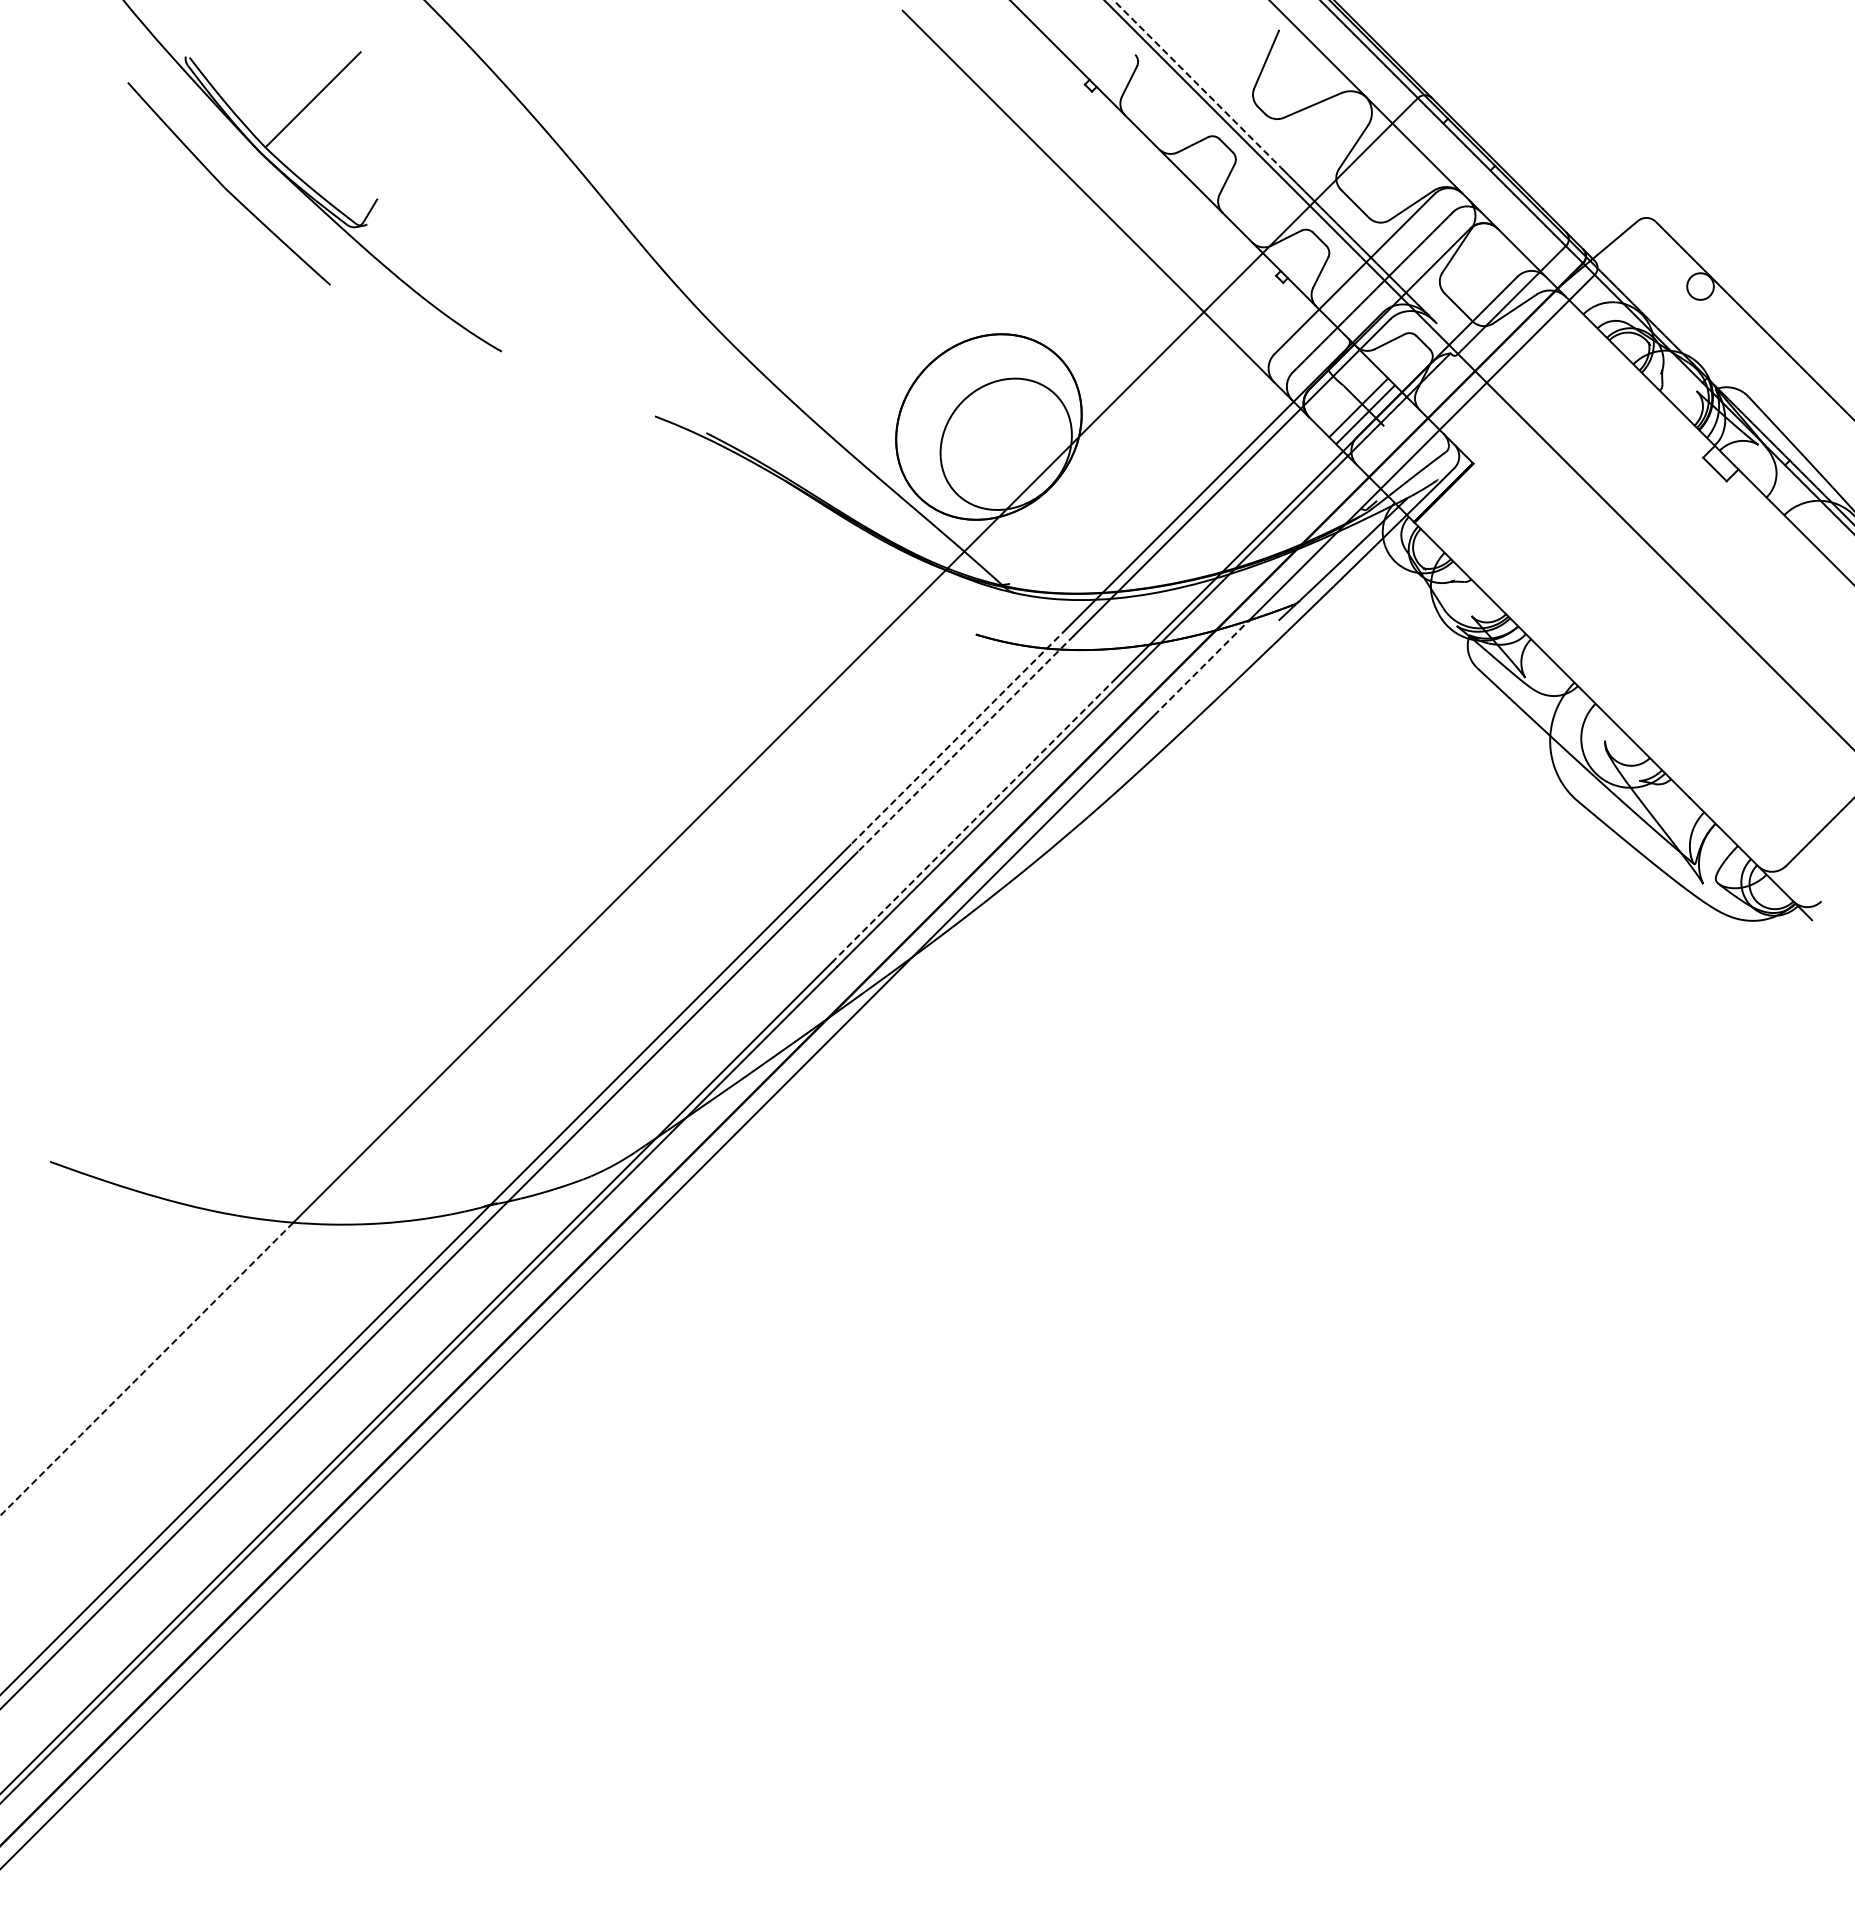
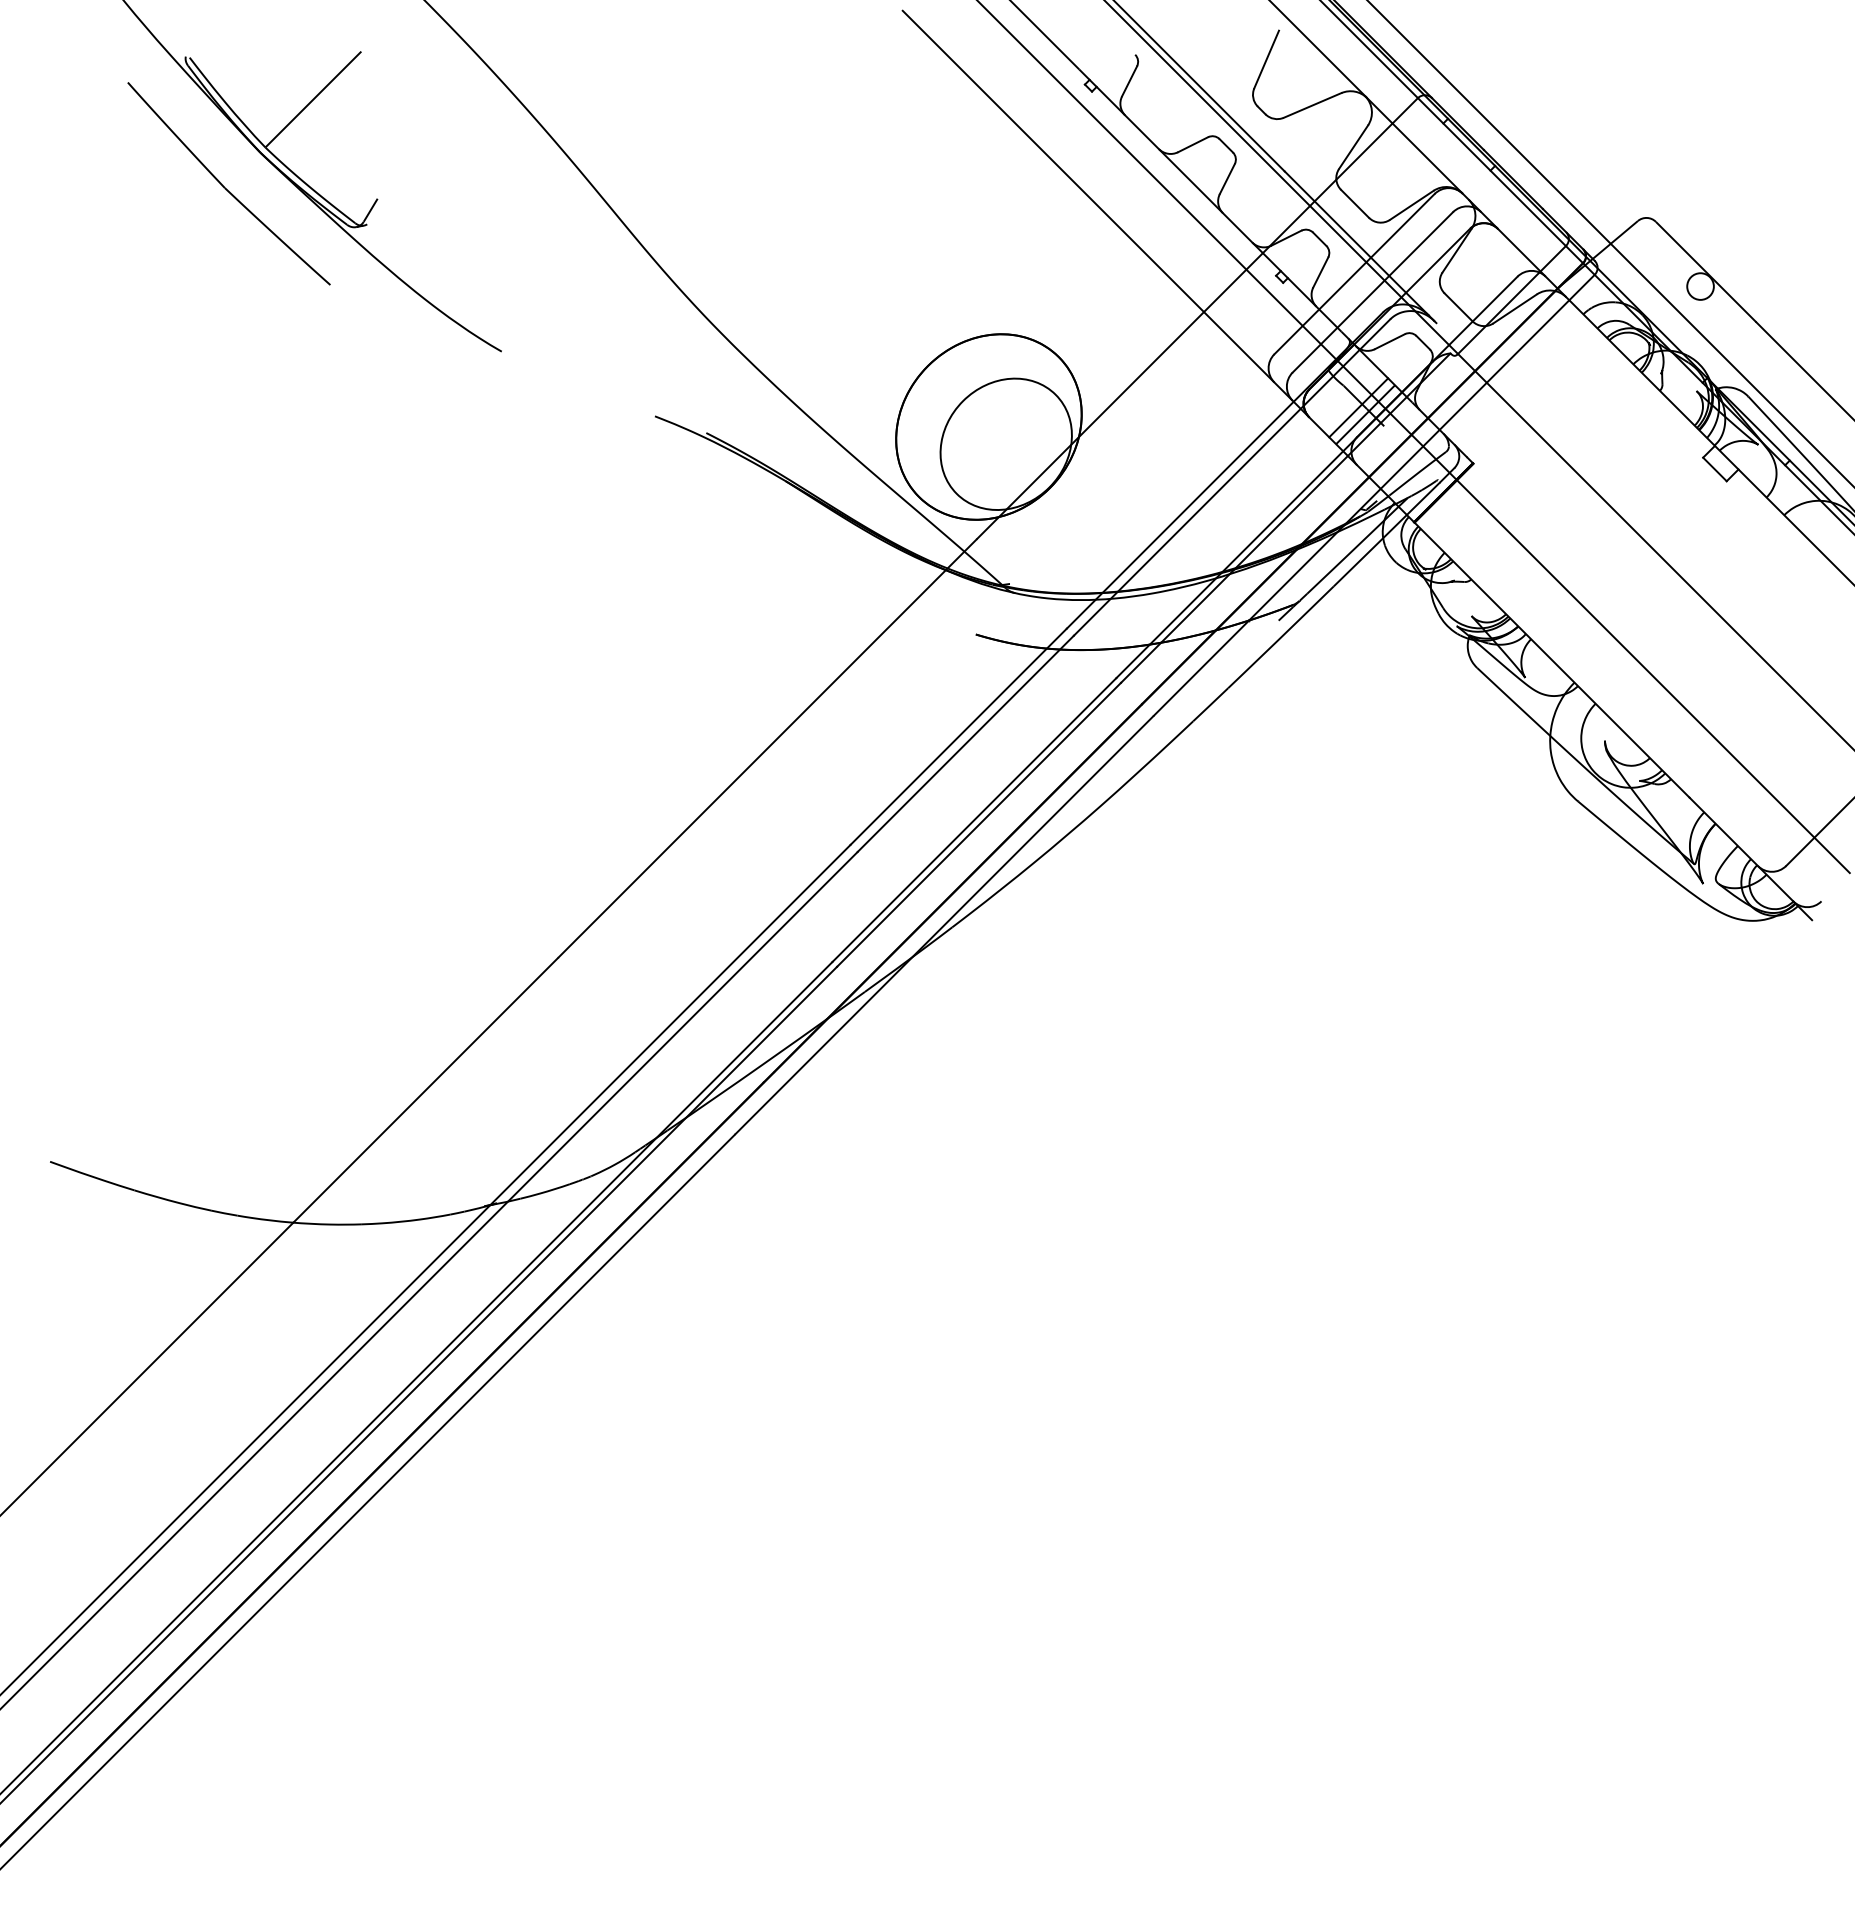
line at (1199, 85): dashed -> solid
line at (1610, 243): none -> present
line at (1414, 437): none -> present
line at (1201, 667): dashed -> solid
line at (958, 736): dashed -> solid
line at (965, 743): dashed -> solid
line at (974, 820): dashed -> solid
line at (147, 1369): dashed -> solid
